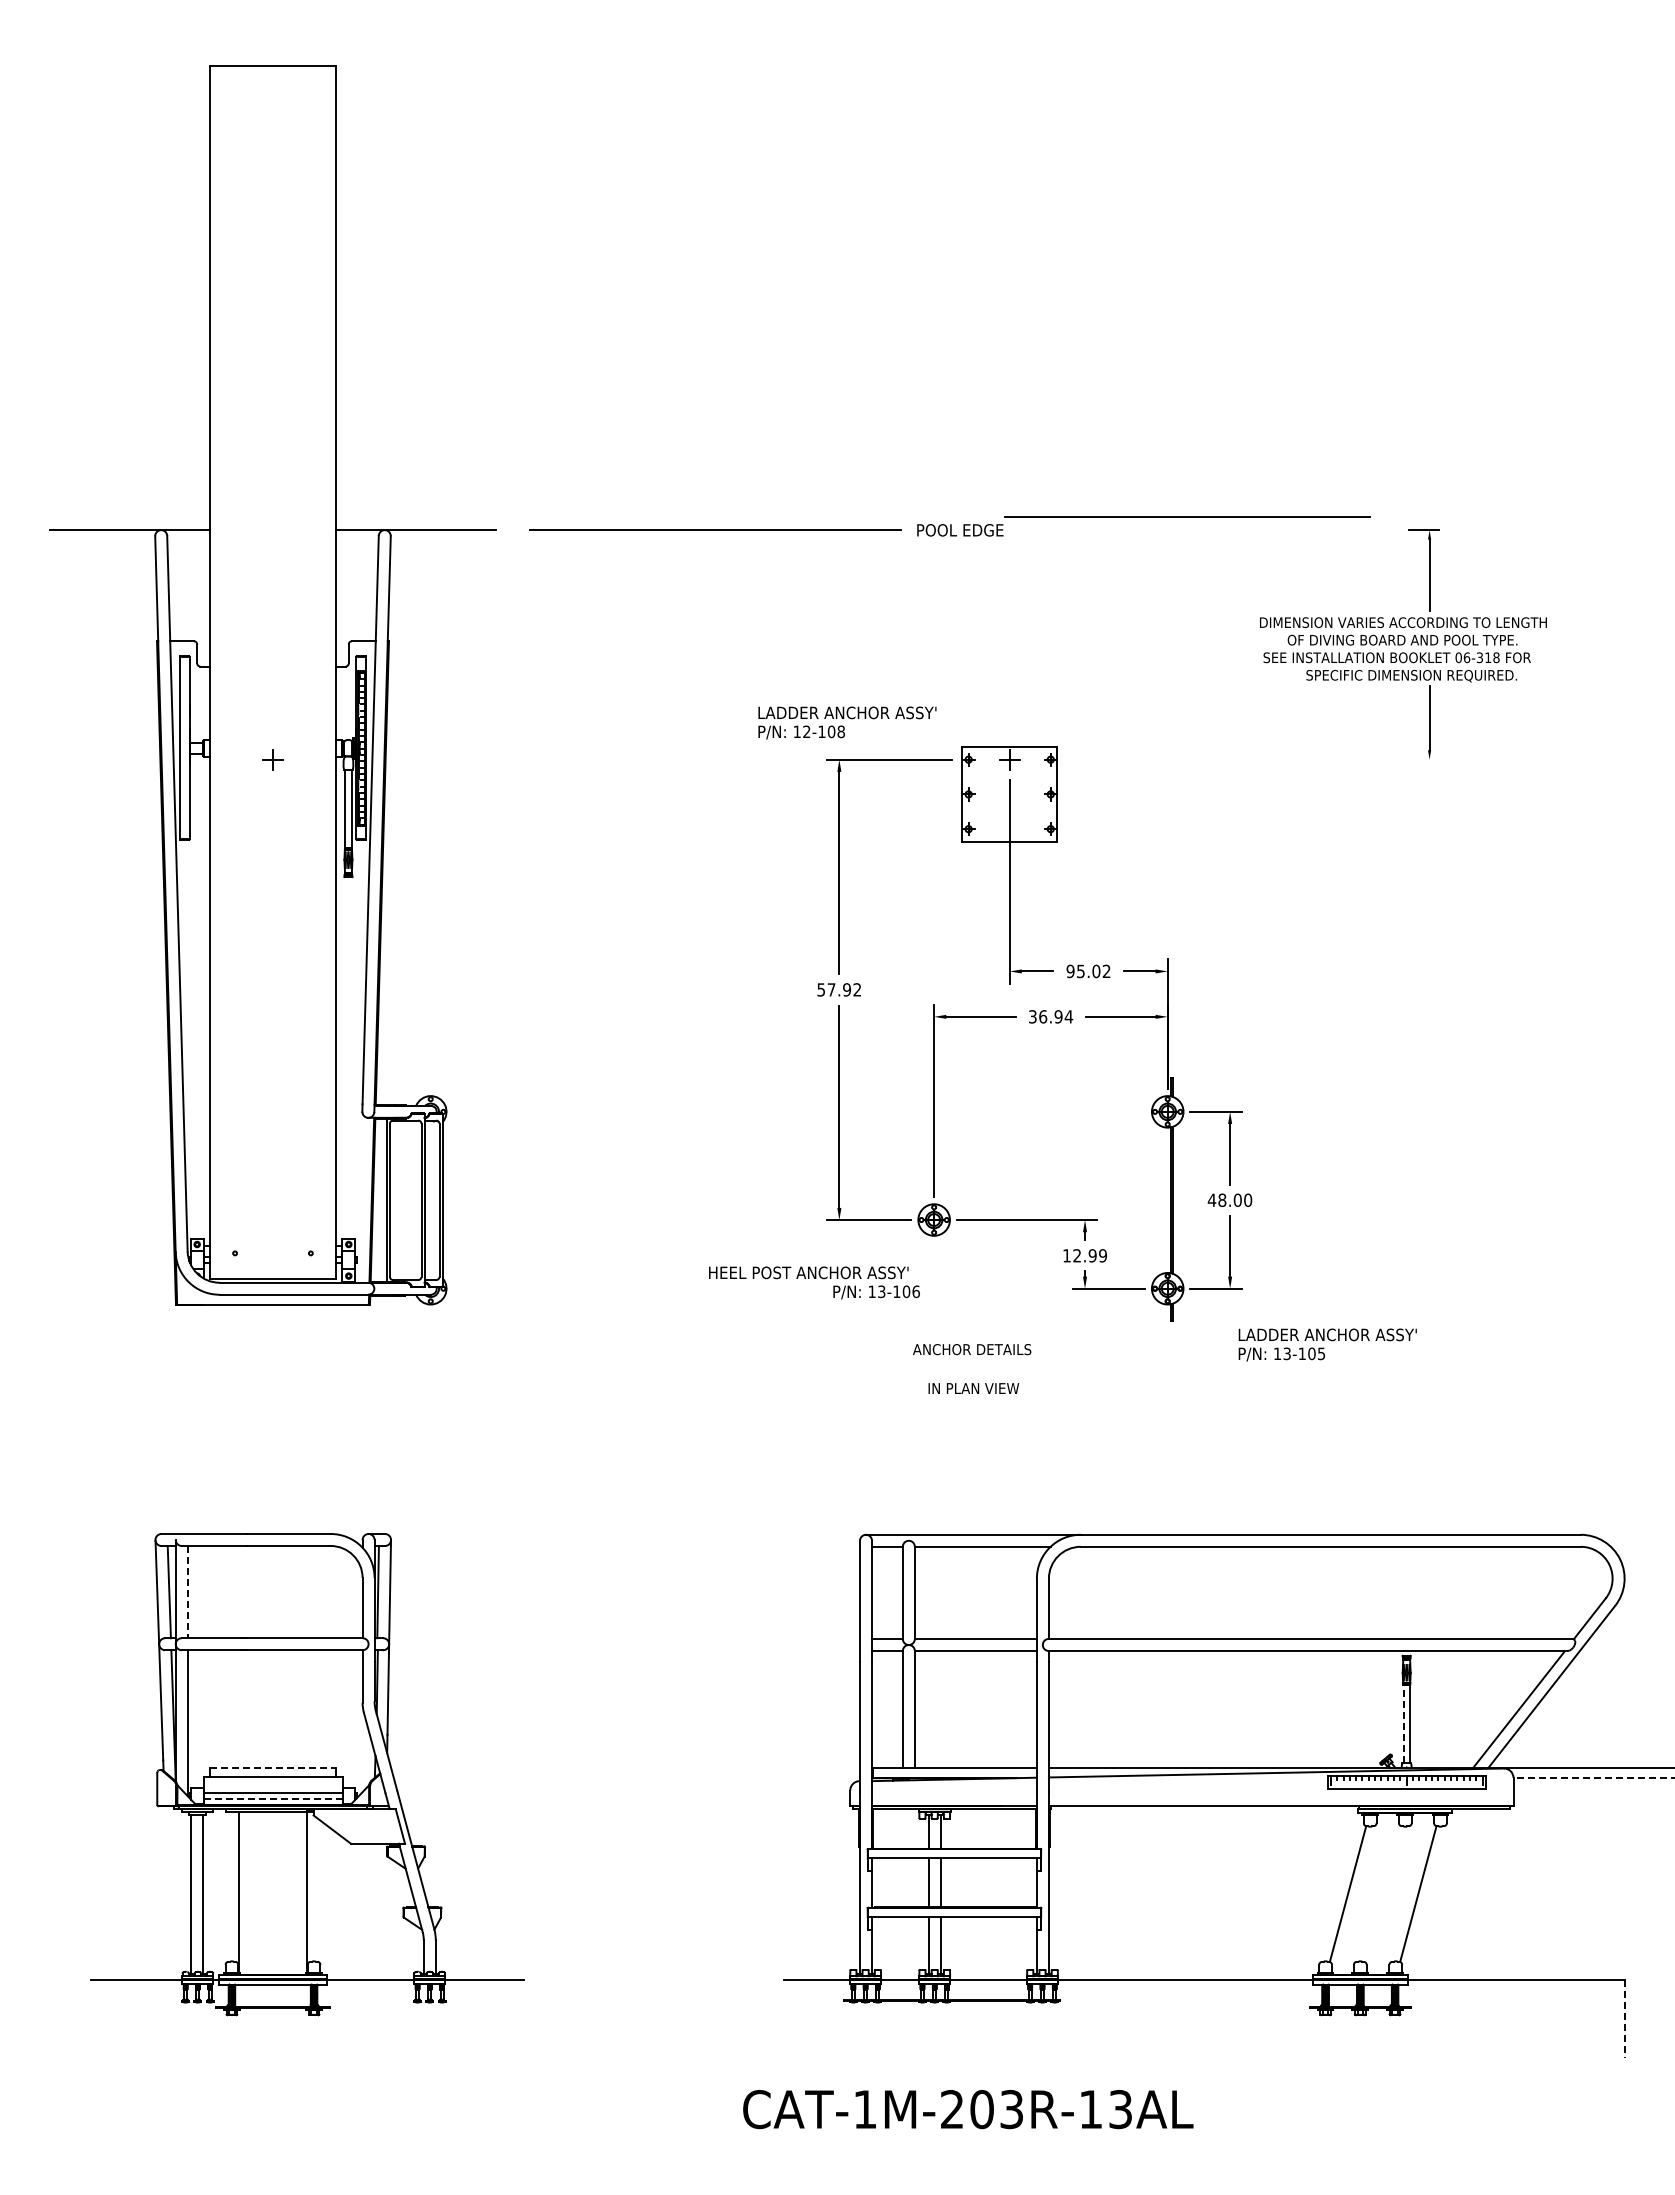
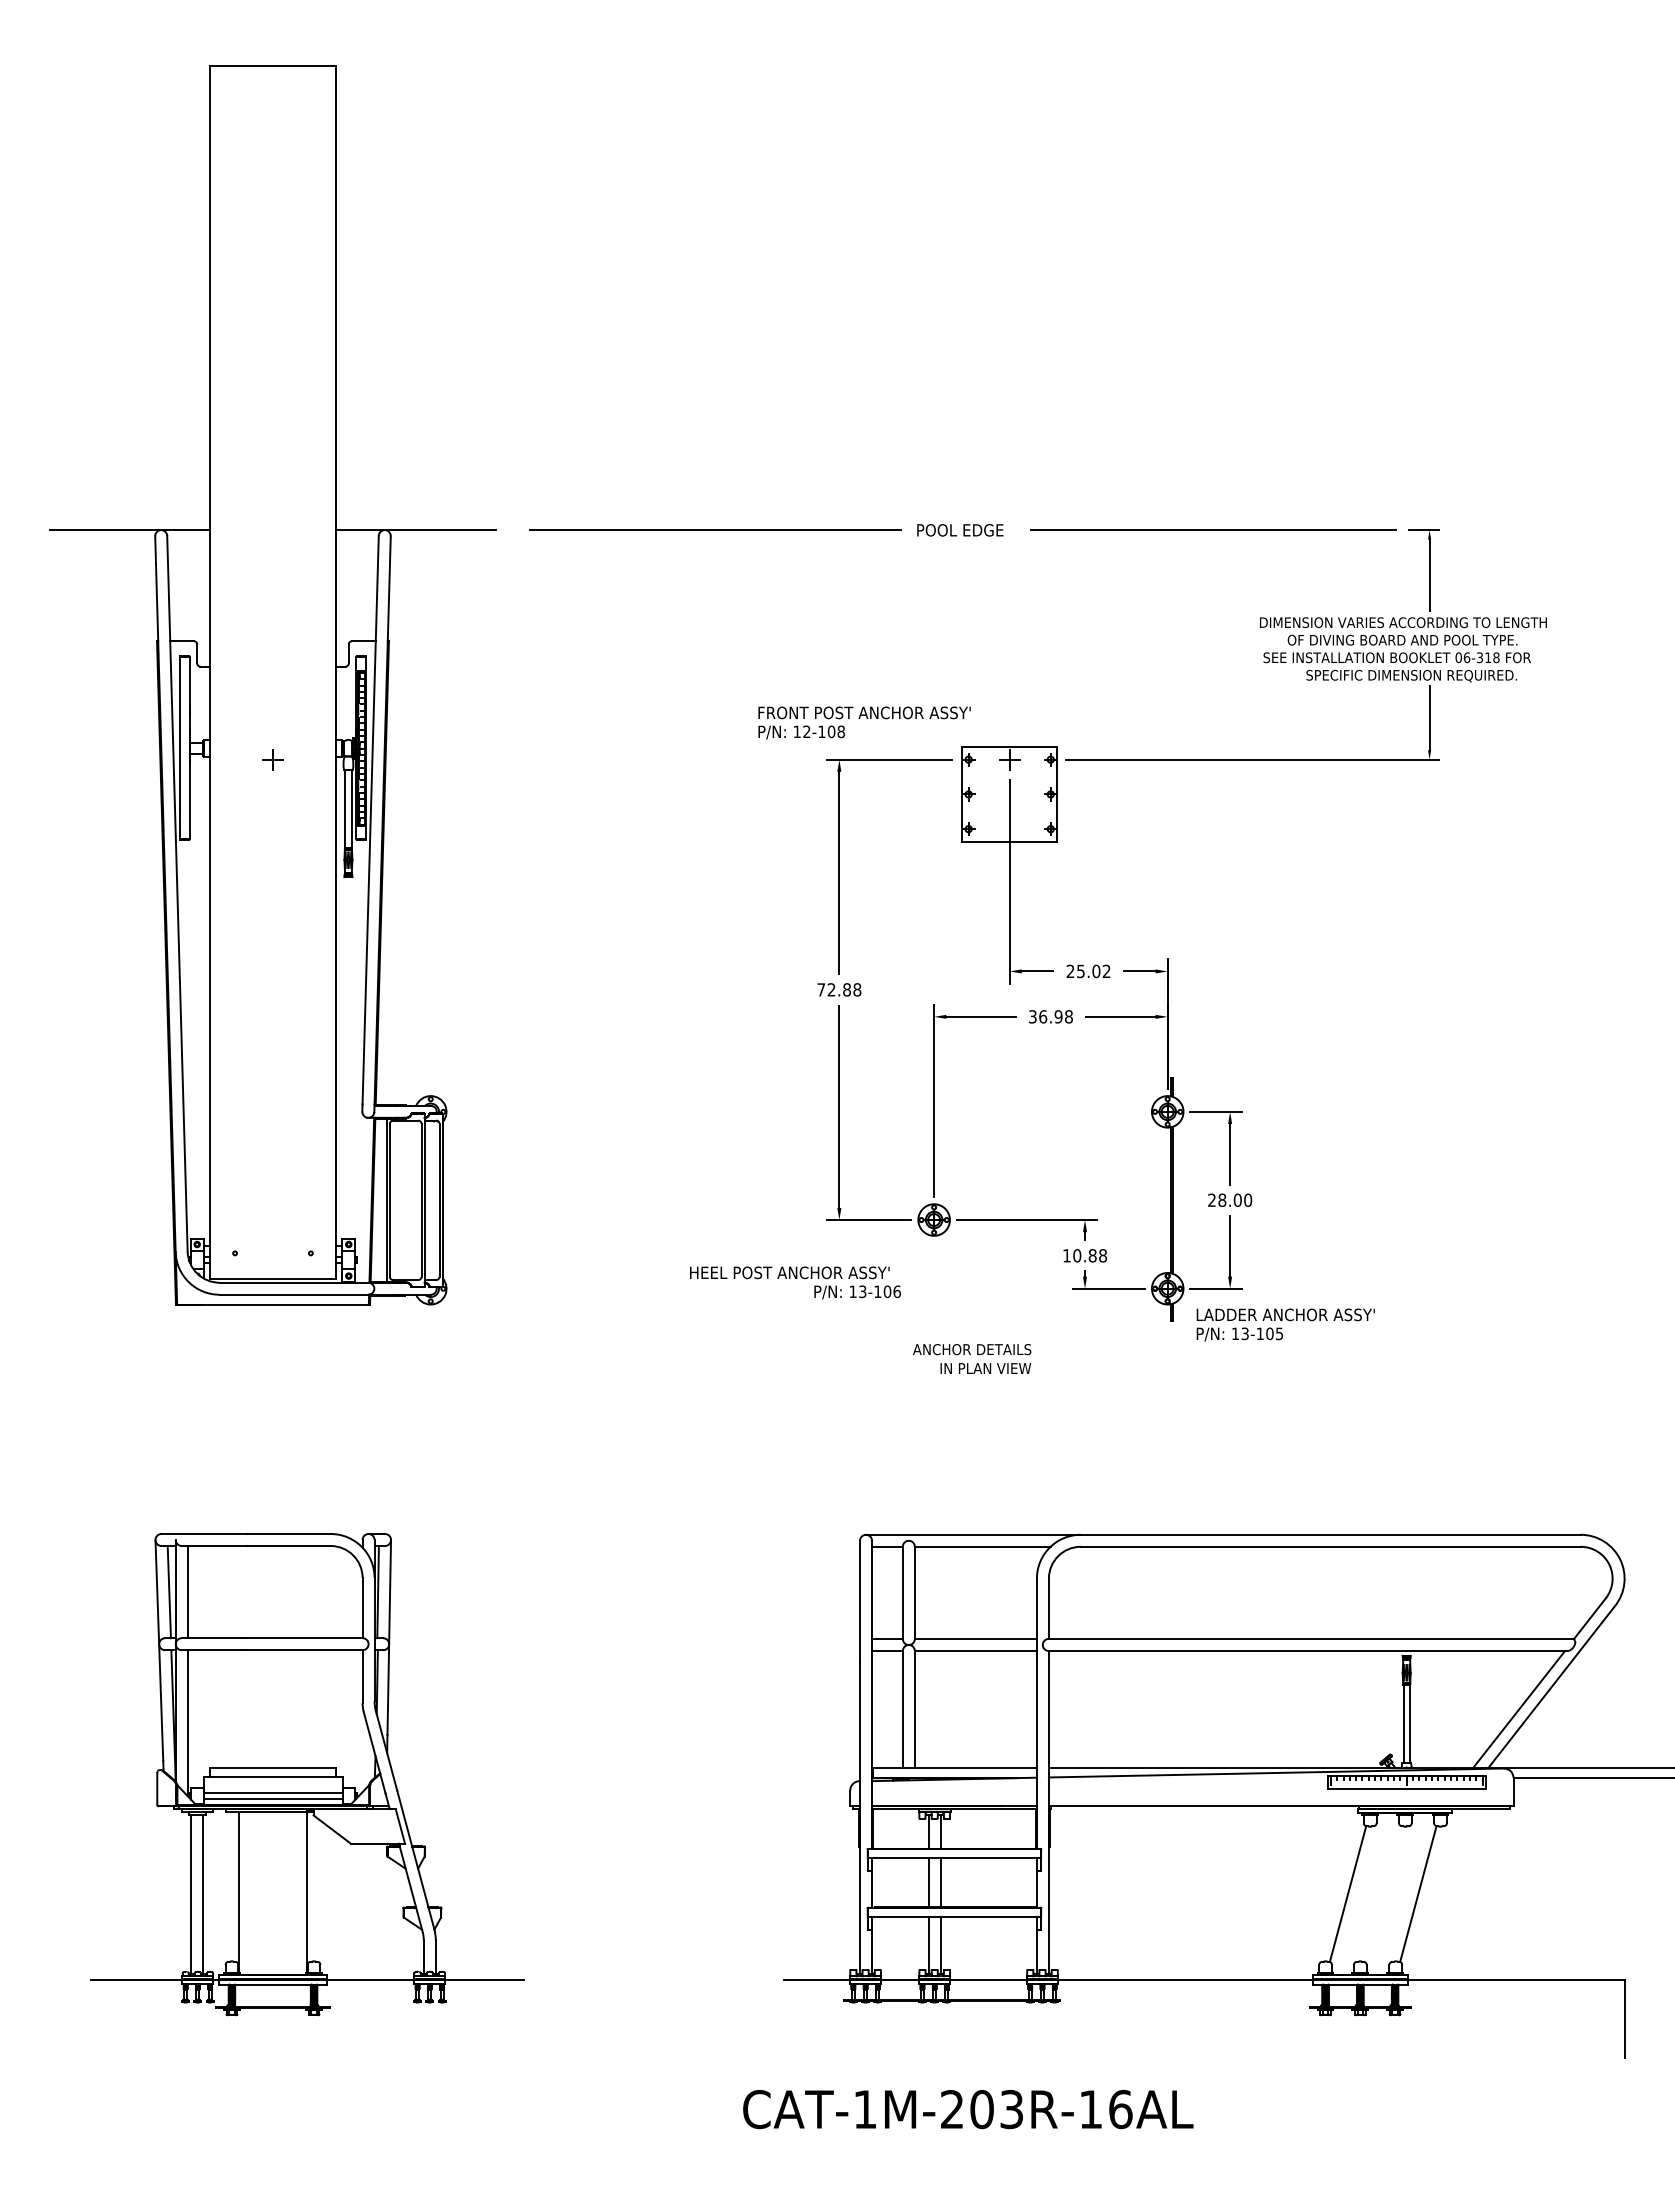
line at (1187, 516) position: (1187, 516) -> (1213, 529)
text at (865, 712): LADDER ANCHOR ASSY' -> FRONT POST ANCHOR ASSY'
line at (1251, 759): none -> present
text at (1070, 971): 95.02 -> 25.02
text at (839, 989): 57.92 -> 72.88
text at (1068, 1016): 36.94 -> 36.98
text at (1211, 1199): 48.00 -> 28.00
text at (1090, 1255): 12.99 -> 10.88
text at (814, 1282) position: (814, 1282) -> (795, 1282)
text at (1327, 1344) position: (1327, 1344) -> (1285, 1324)
text at (973, 1388) position: (973, 1388) -> (985, 1368)
line at (187, 1592): dashed -> solid
line at (1403, 1724): dashed -> solid
line at (273, 1768): dashed -> solid
line at (1593, 1778): dashed -> solid
line at (272, 1799): dashed -> solid
line at (1624, 2018): dashed -> solid
text at (1120, 2109): CAT-1M-203R-13AL -> CAT-1M-203R-16AL
